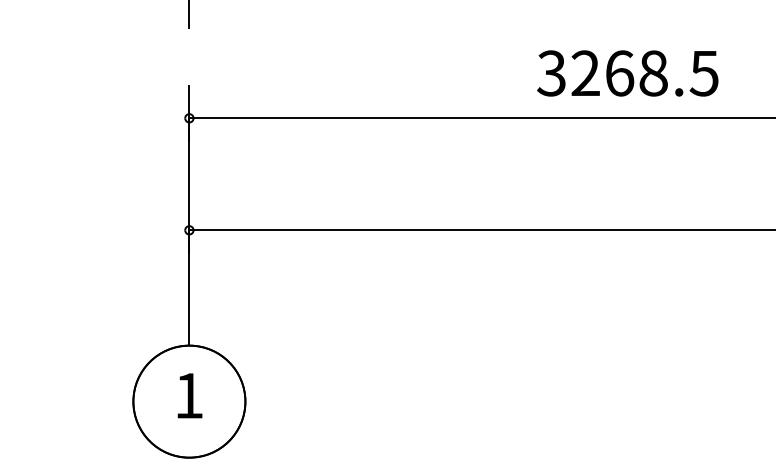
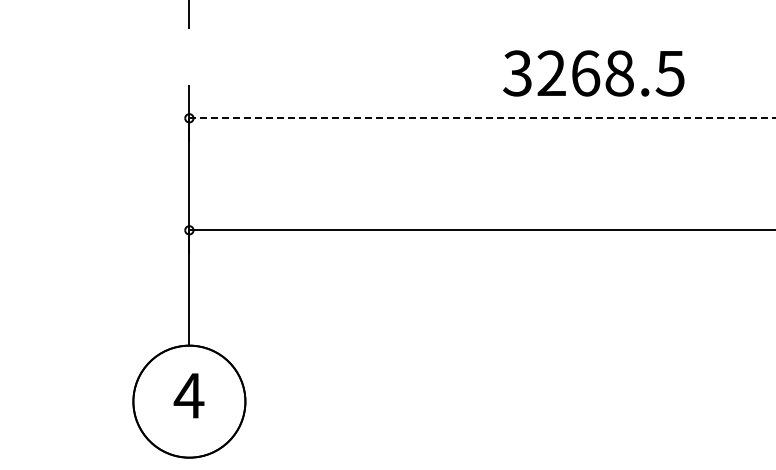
text at (627, 73) position: (627, 73) -> (593, 73)
line at (483, 118): solid -> dashed
text at (188, 395): 1 -> 4
